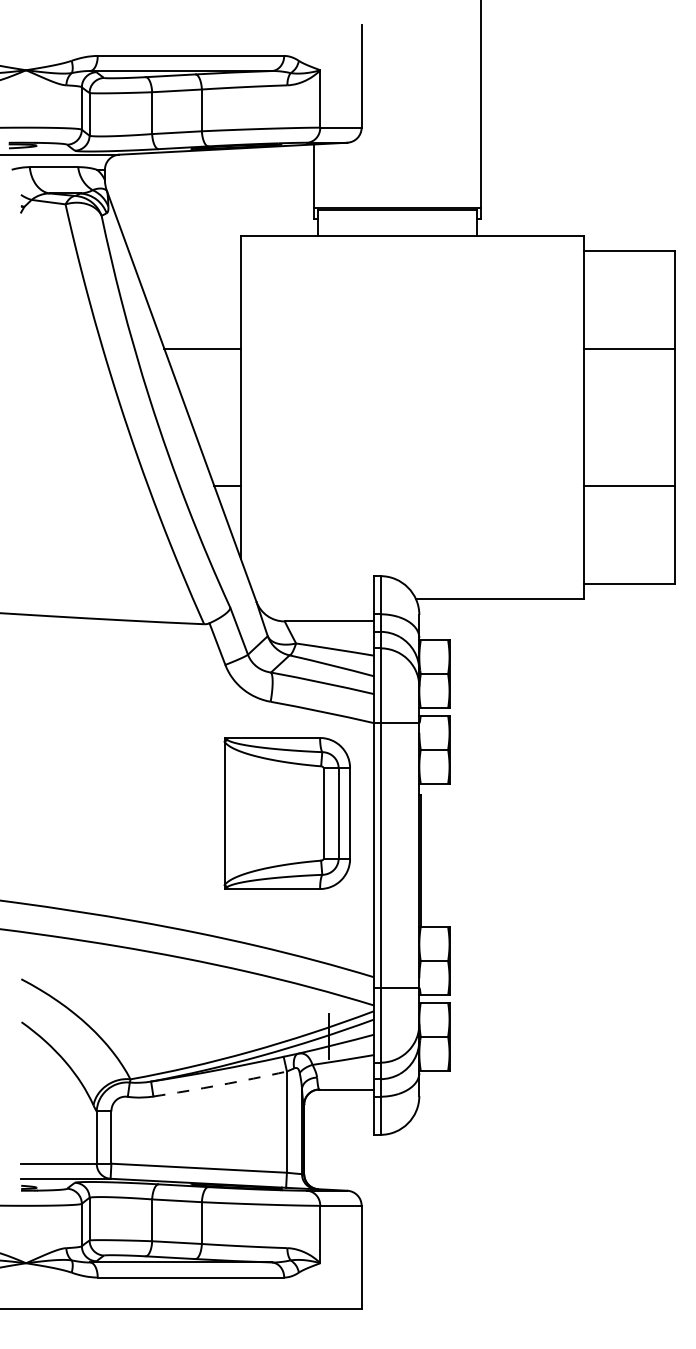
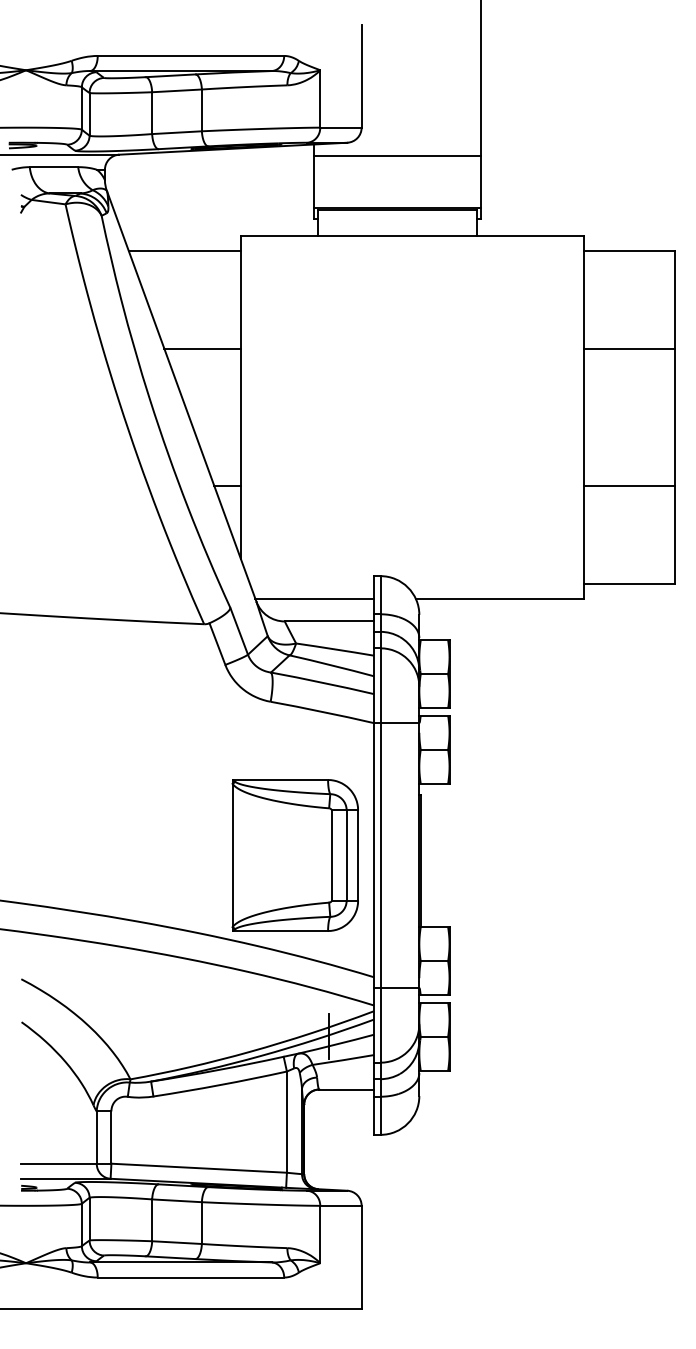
line at (397, 155): none -> present
line at (184, 251): none -> present
line at (314, 598): none -> present
part at (286, 813) position: (286, 813) -> (294, 855)
arc at (220, 1085): dashed -> solid
